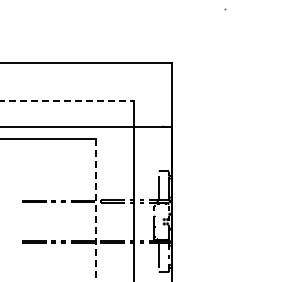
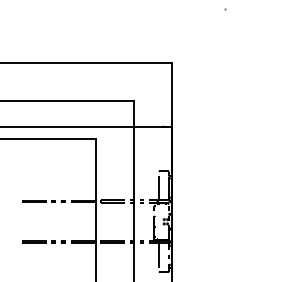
line at (66, 100): dashed -> solid
line at (95, 210): dashed -> solid
